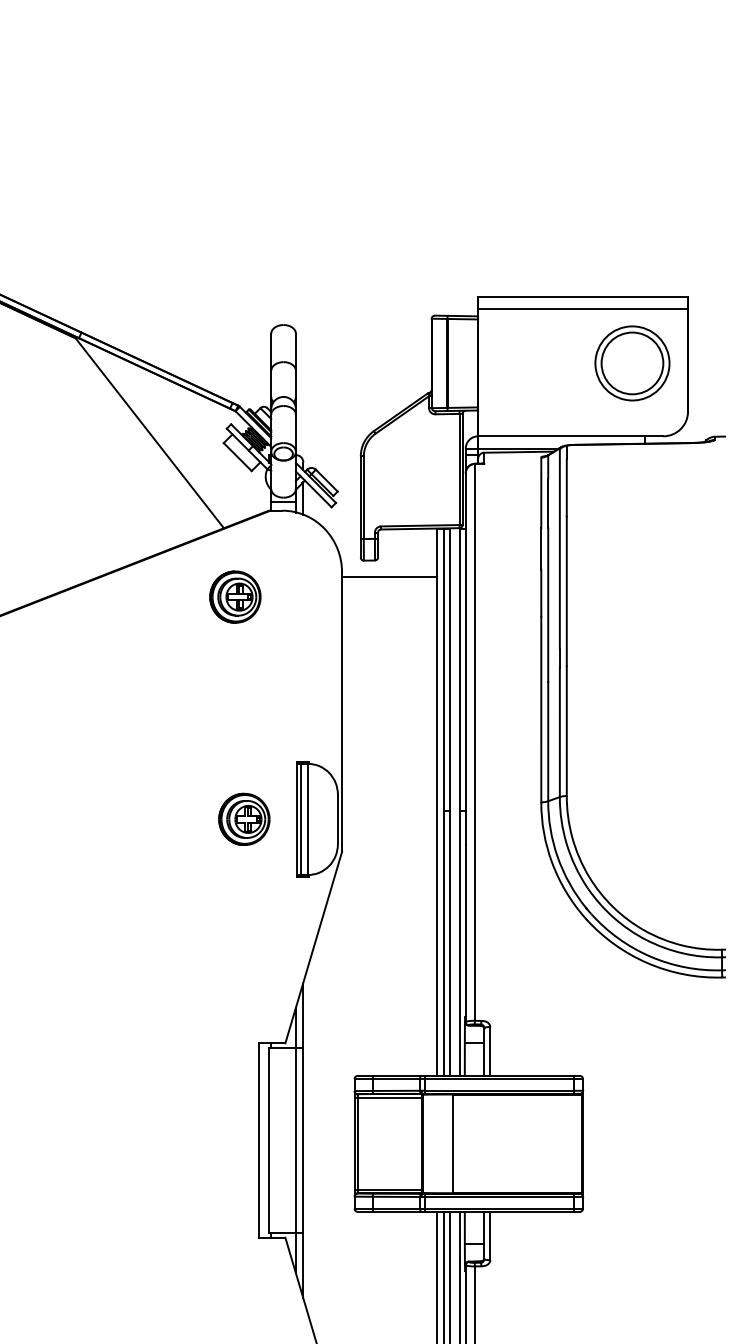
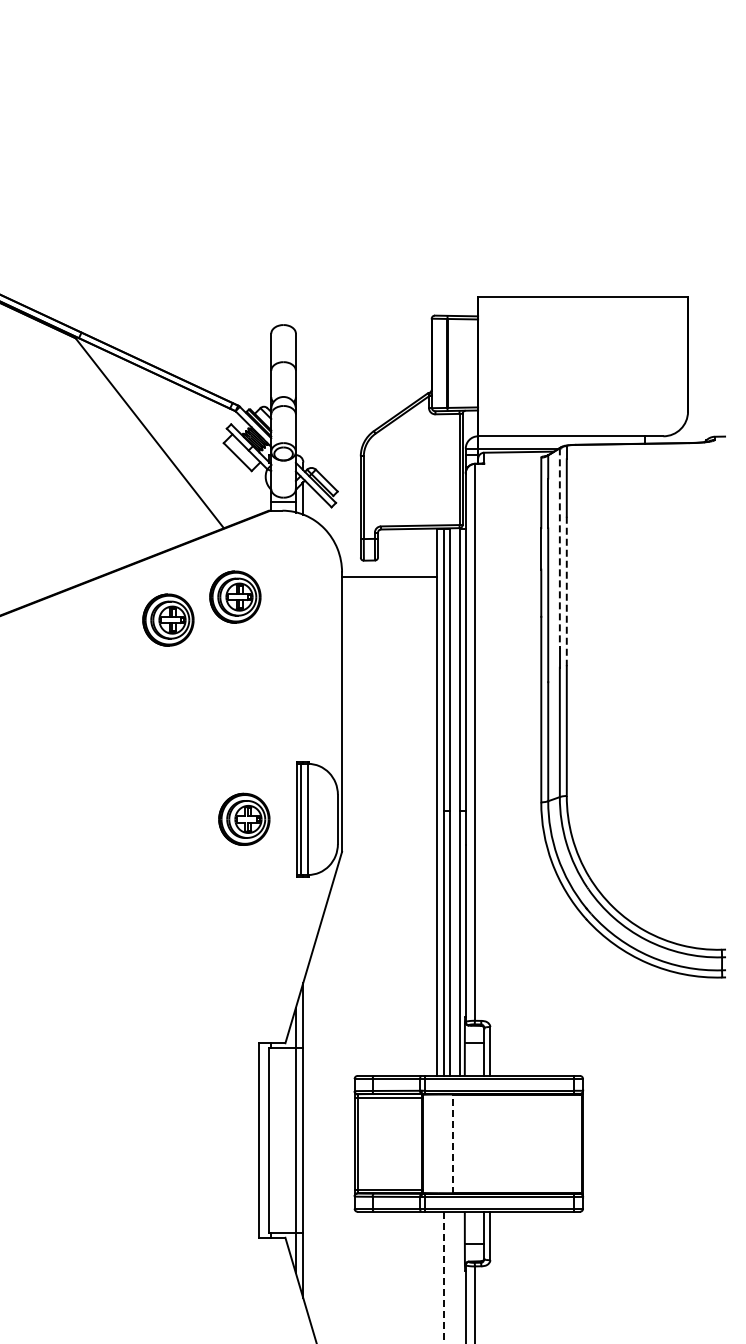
line at (583, 309): present -> none
part at (632, 363): present -> none
line at (559, 549): solid -> dashed
line at (566, 591): solid -> dashed
part at (168, 619): none -> present
line at (453, 1143): solid -> dashed
line at (436, 1275): present -> none
line at (450, 1275): present -> none
line at (459, 1275): present -> none
line at (444, 1277): solid -> dashed
